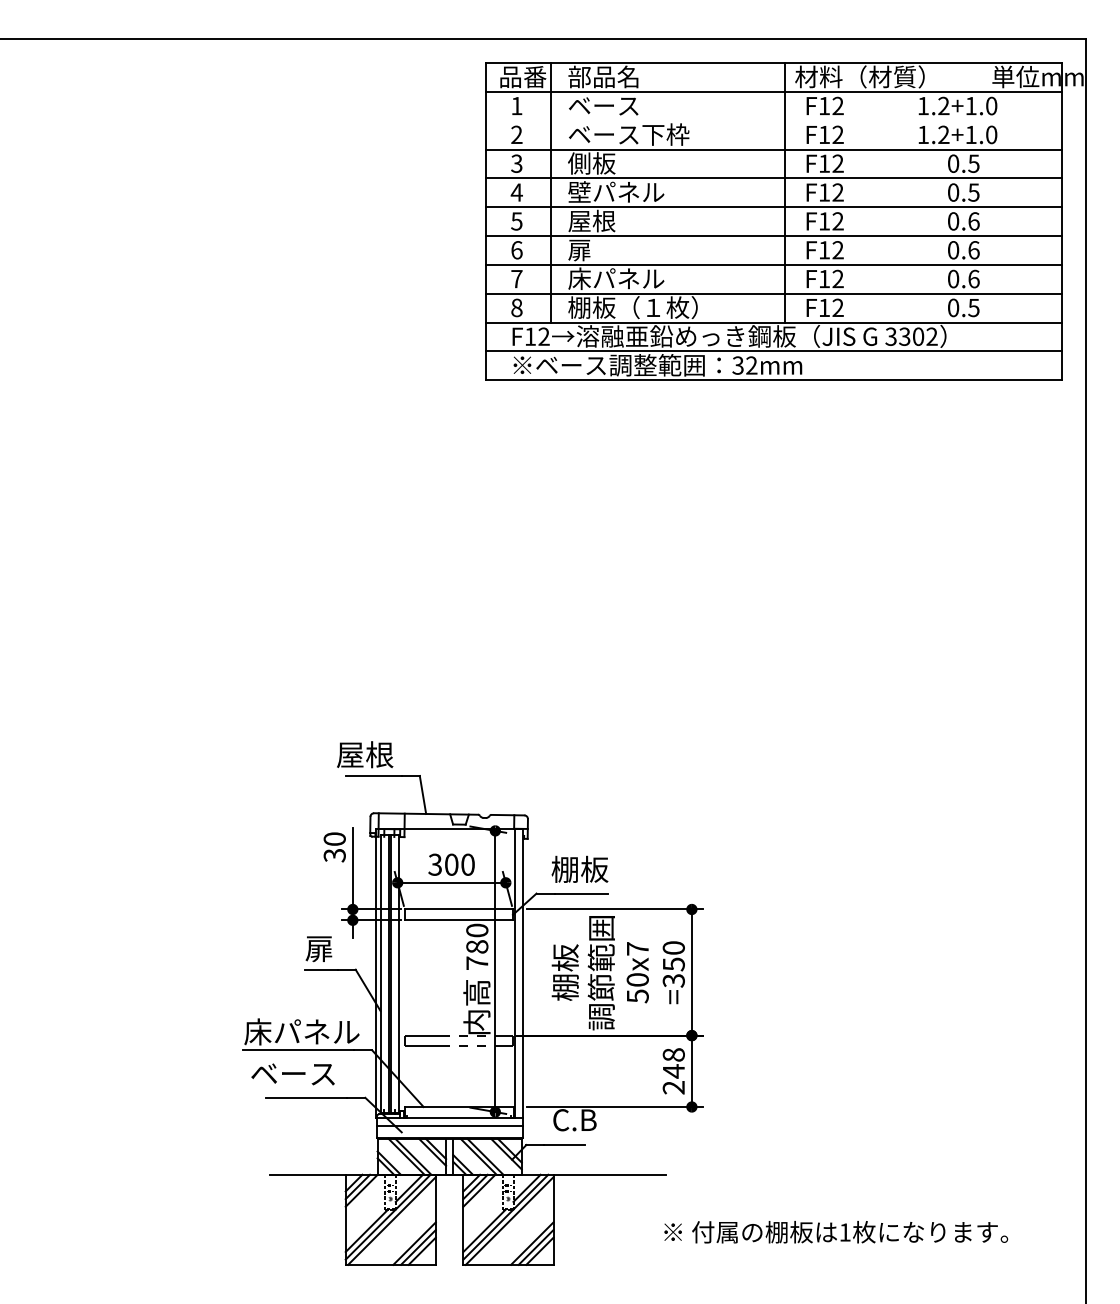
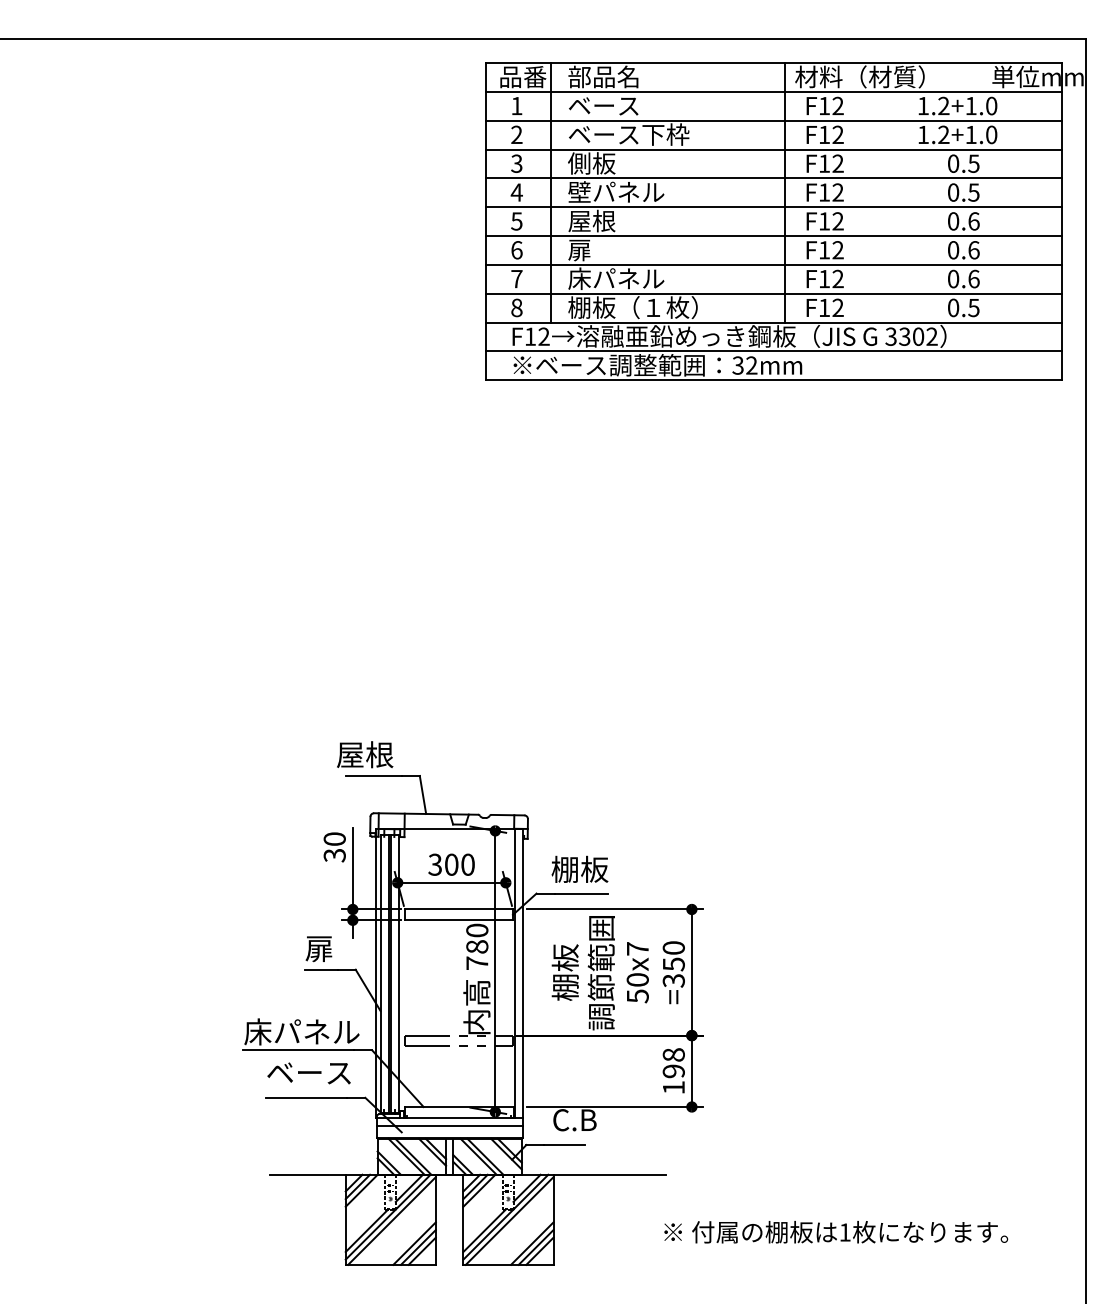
line at (773, 120): none -> present
text at (292, 1074) position: (292, 1074) -> (308, 1073)
text at (673, 1079): 248 -> 198
